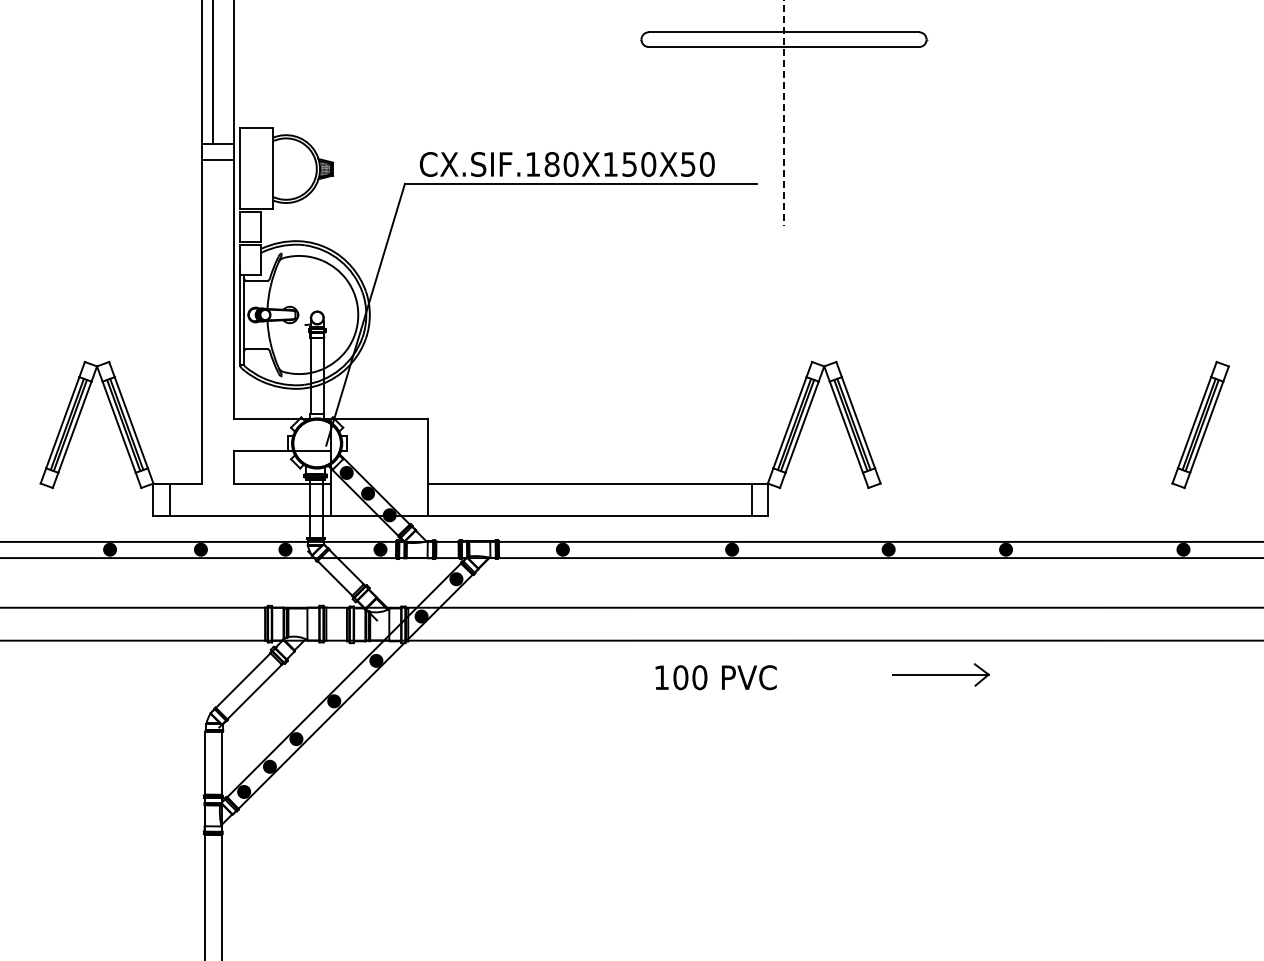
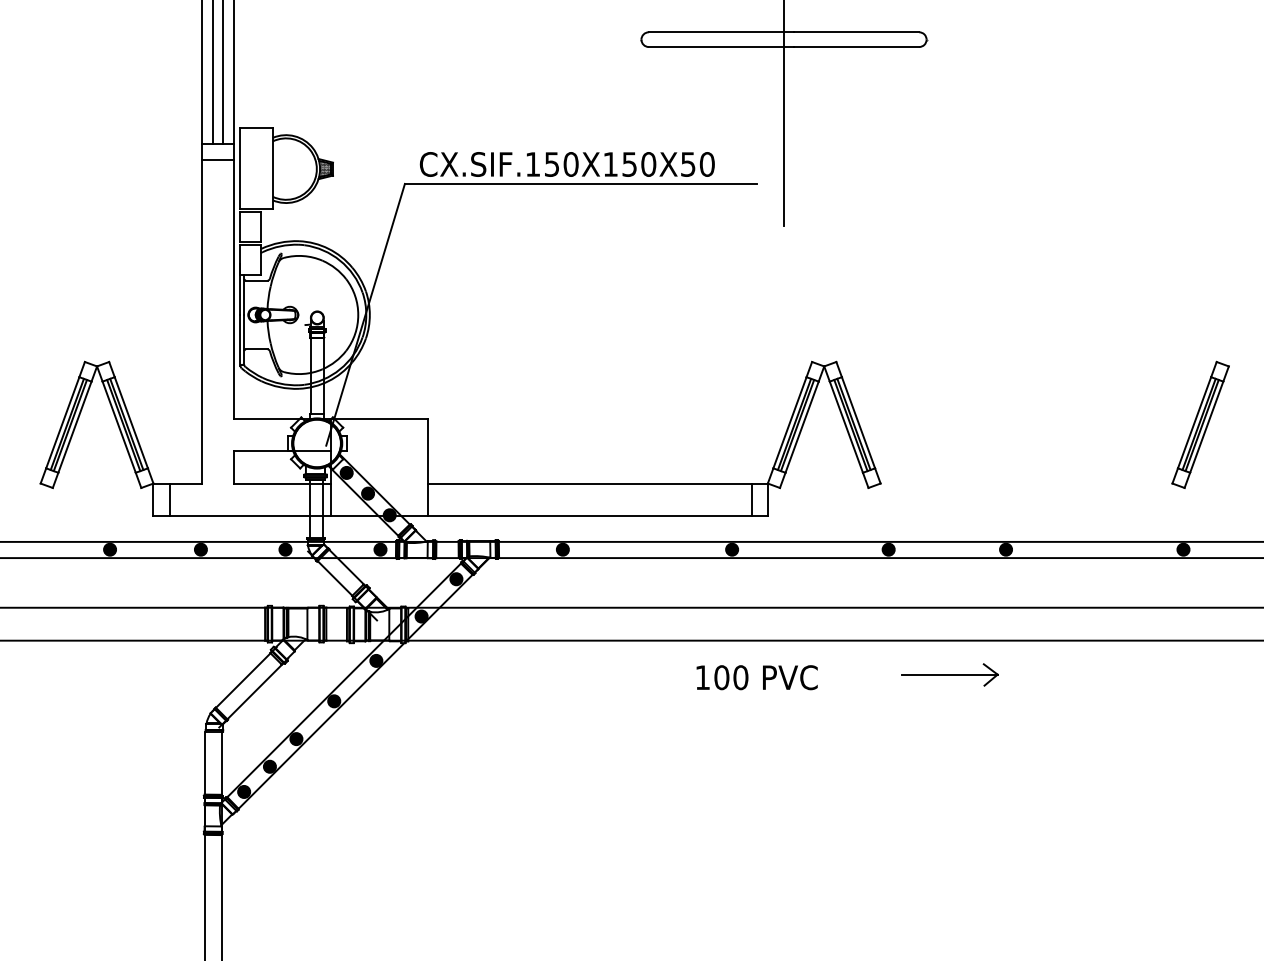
line at (223, 73): none -> present
line at (784, 113): dashed -> solid
text at (551, 164): CX.SIF.180X150X50 -> CX.SIF.150X150X50
part at (940, 674) position: (940, 674) -> (949, 674)
text at (715, 677) position: (715, 677) -> (756, 677)
